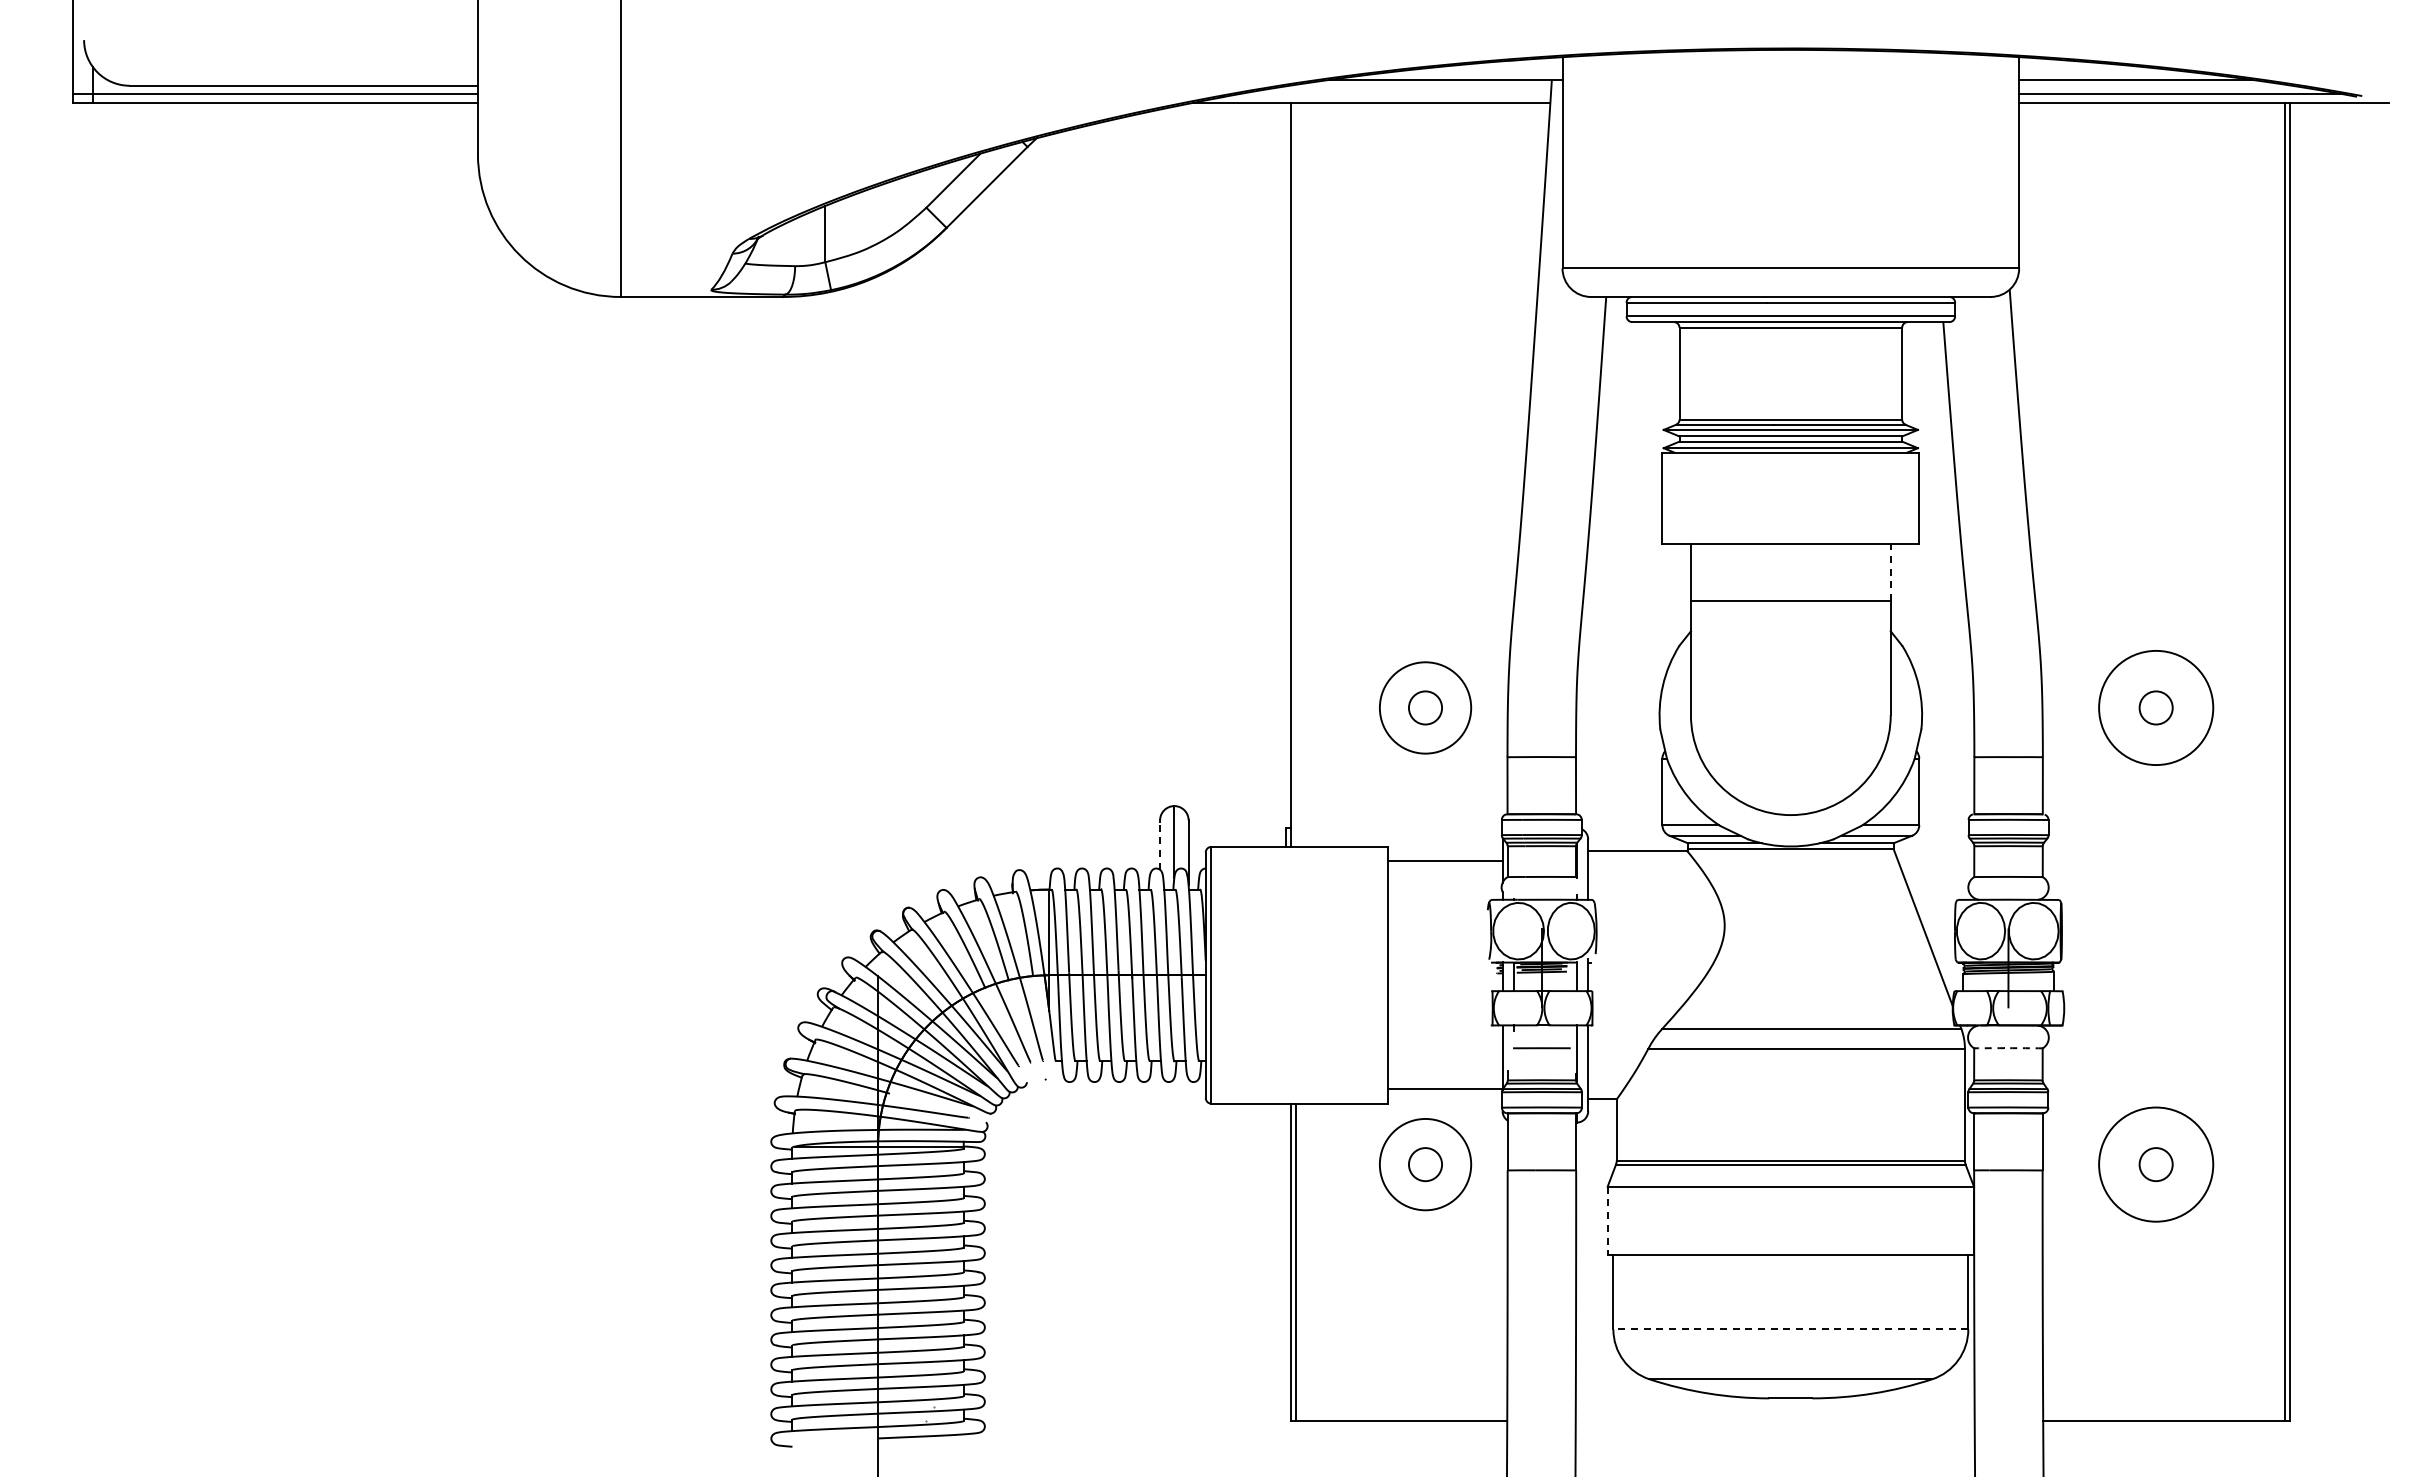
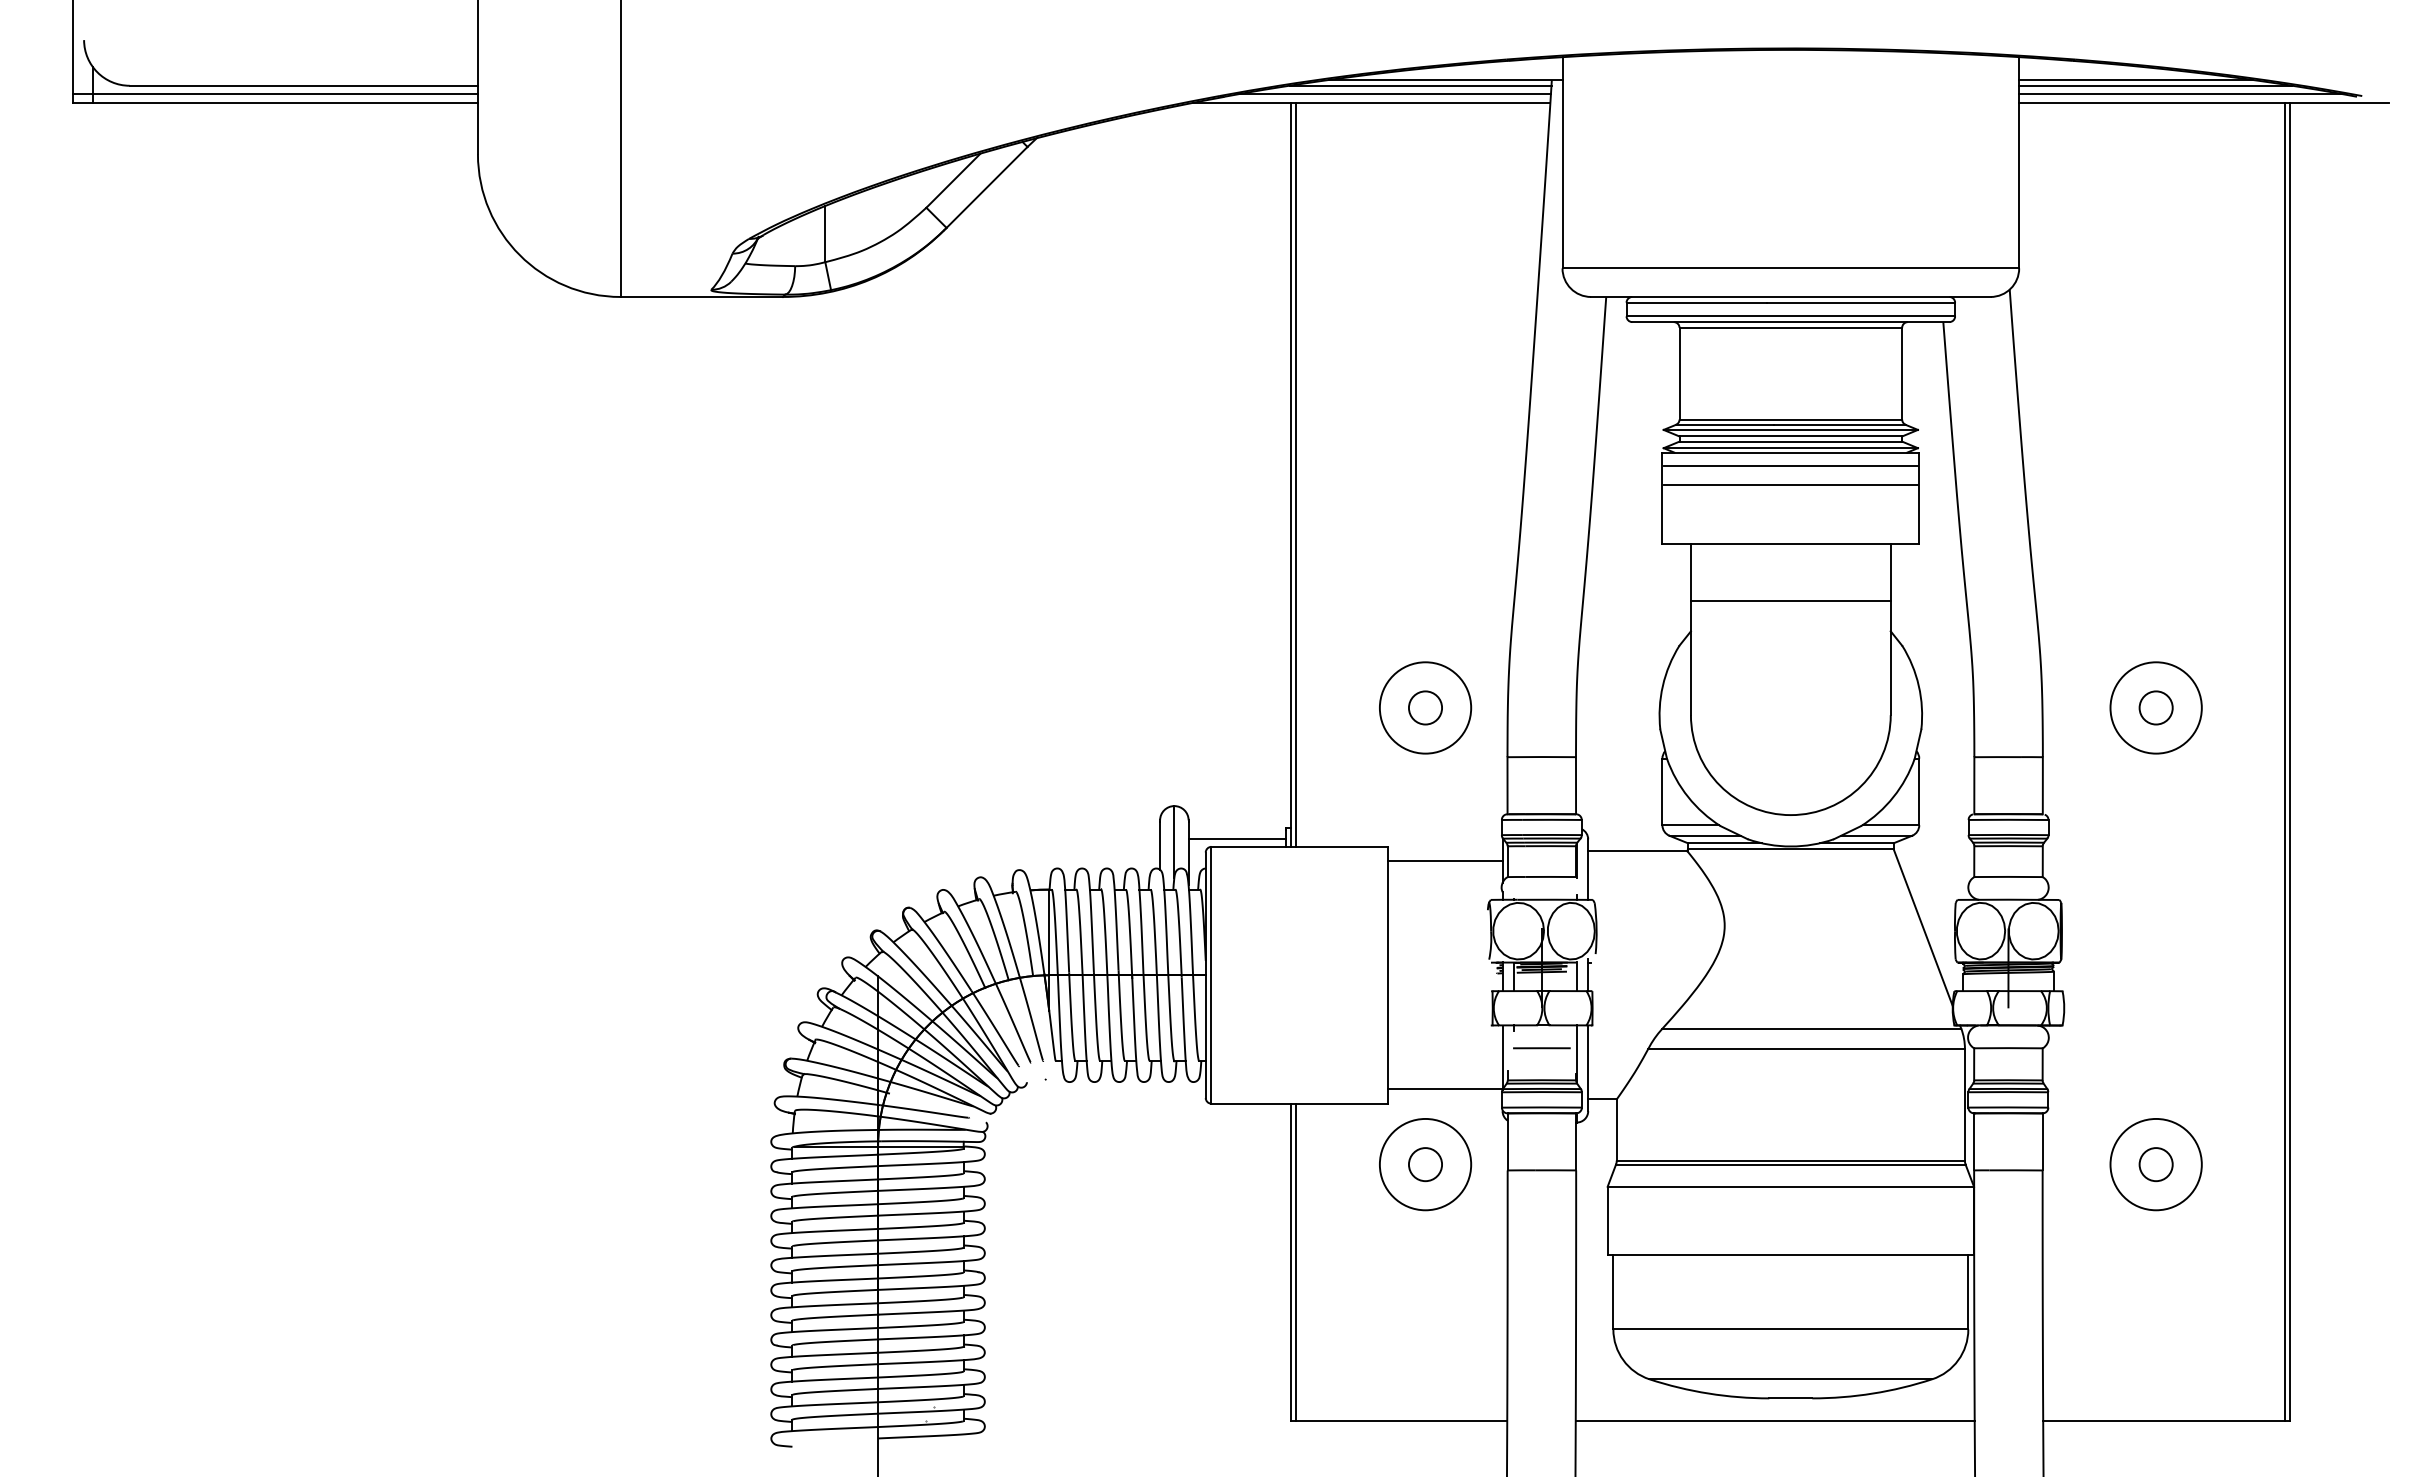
line at (1420, 85): none -> present
line at (2155, 85): none -> present
line at (1393, 94): none -> present
line at (1790, 466): none -> present
line at (1296, 474): none -> present
line at (1790, 484): none -> present
line at (1890, 572): dashed -> solid
circle at (2156, 707) diameter: 114 px -> 91 px
line at (1236, 839): none -> present
line at (1160, 846): dashed -> solid
arc at (2008, 1048): dashed -> solid
circle at (2156, 1164) diameter: 114 px -> 91 px
line at (1607, 1221): dashed -> solid
line at (1790, 1329): dashed -> solid
line at (1774, 1421): none -> present
